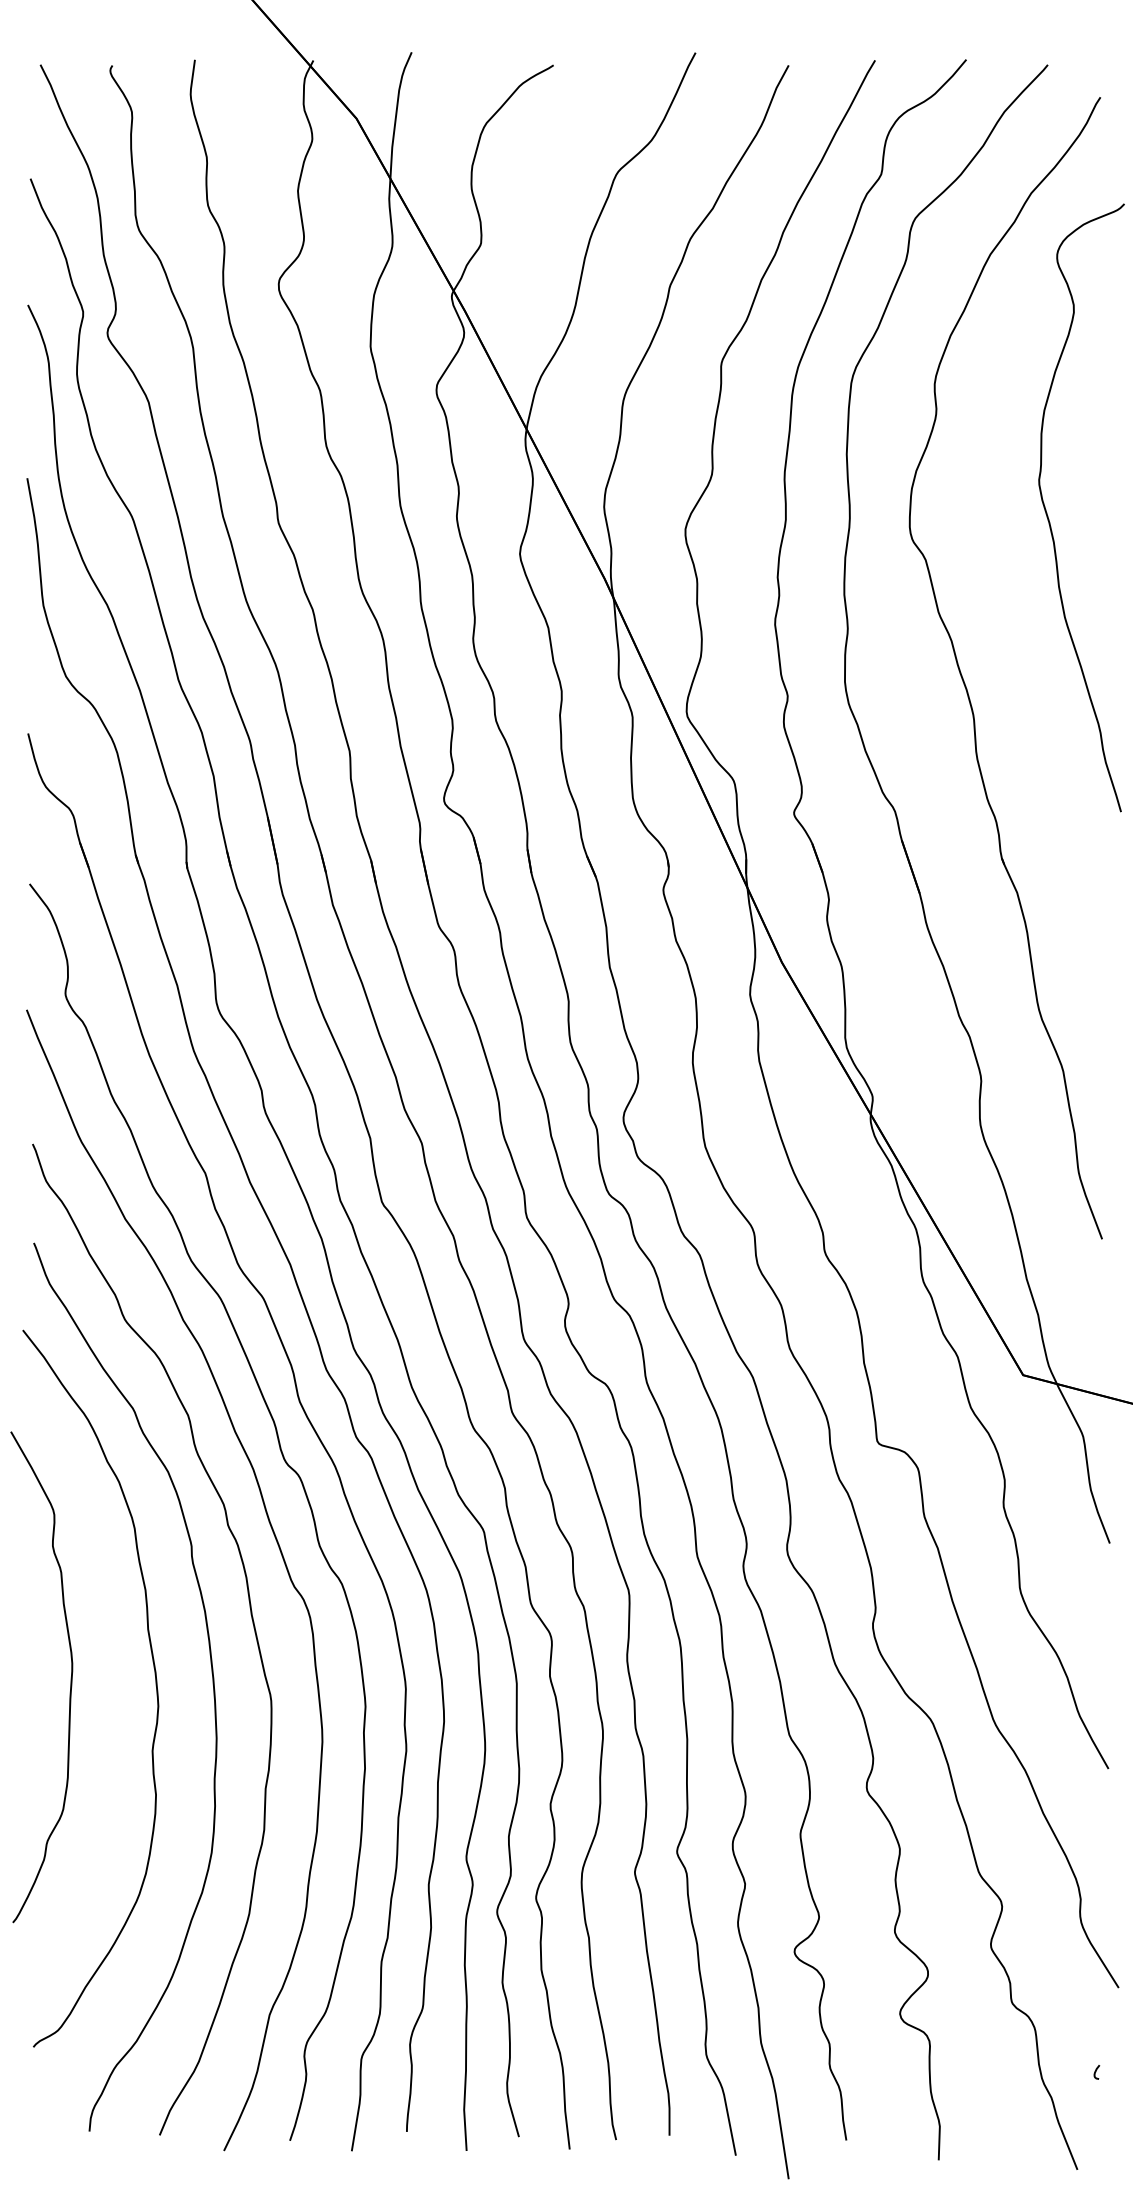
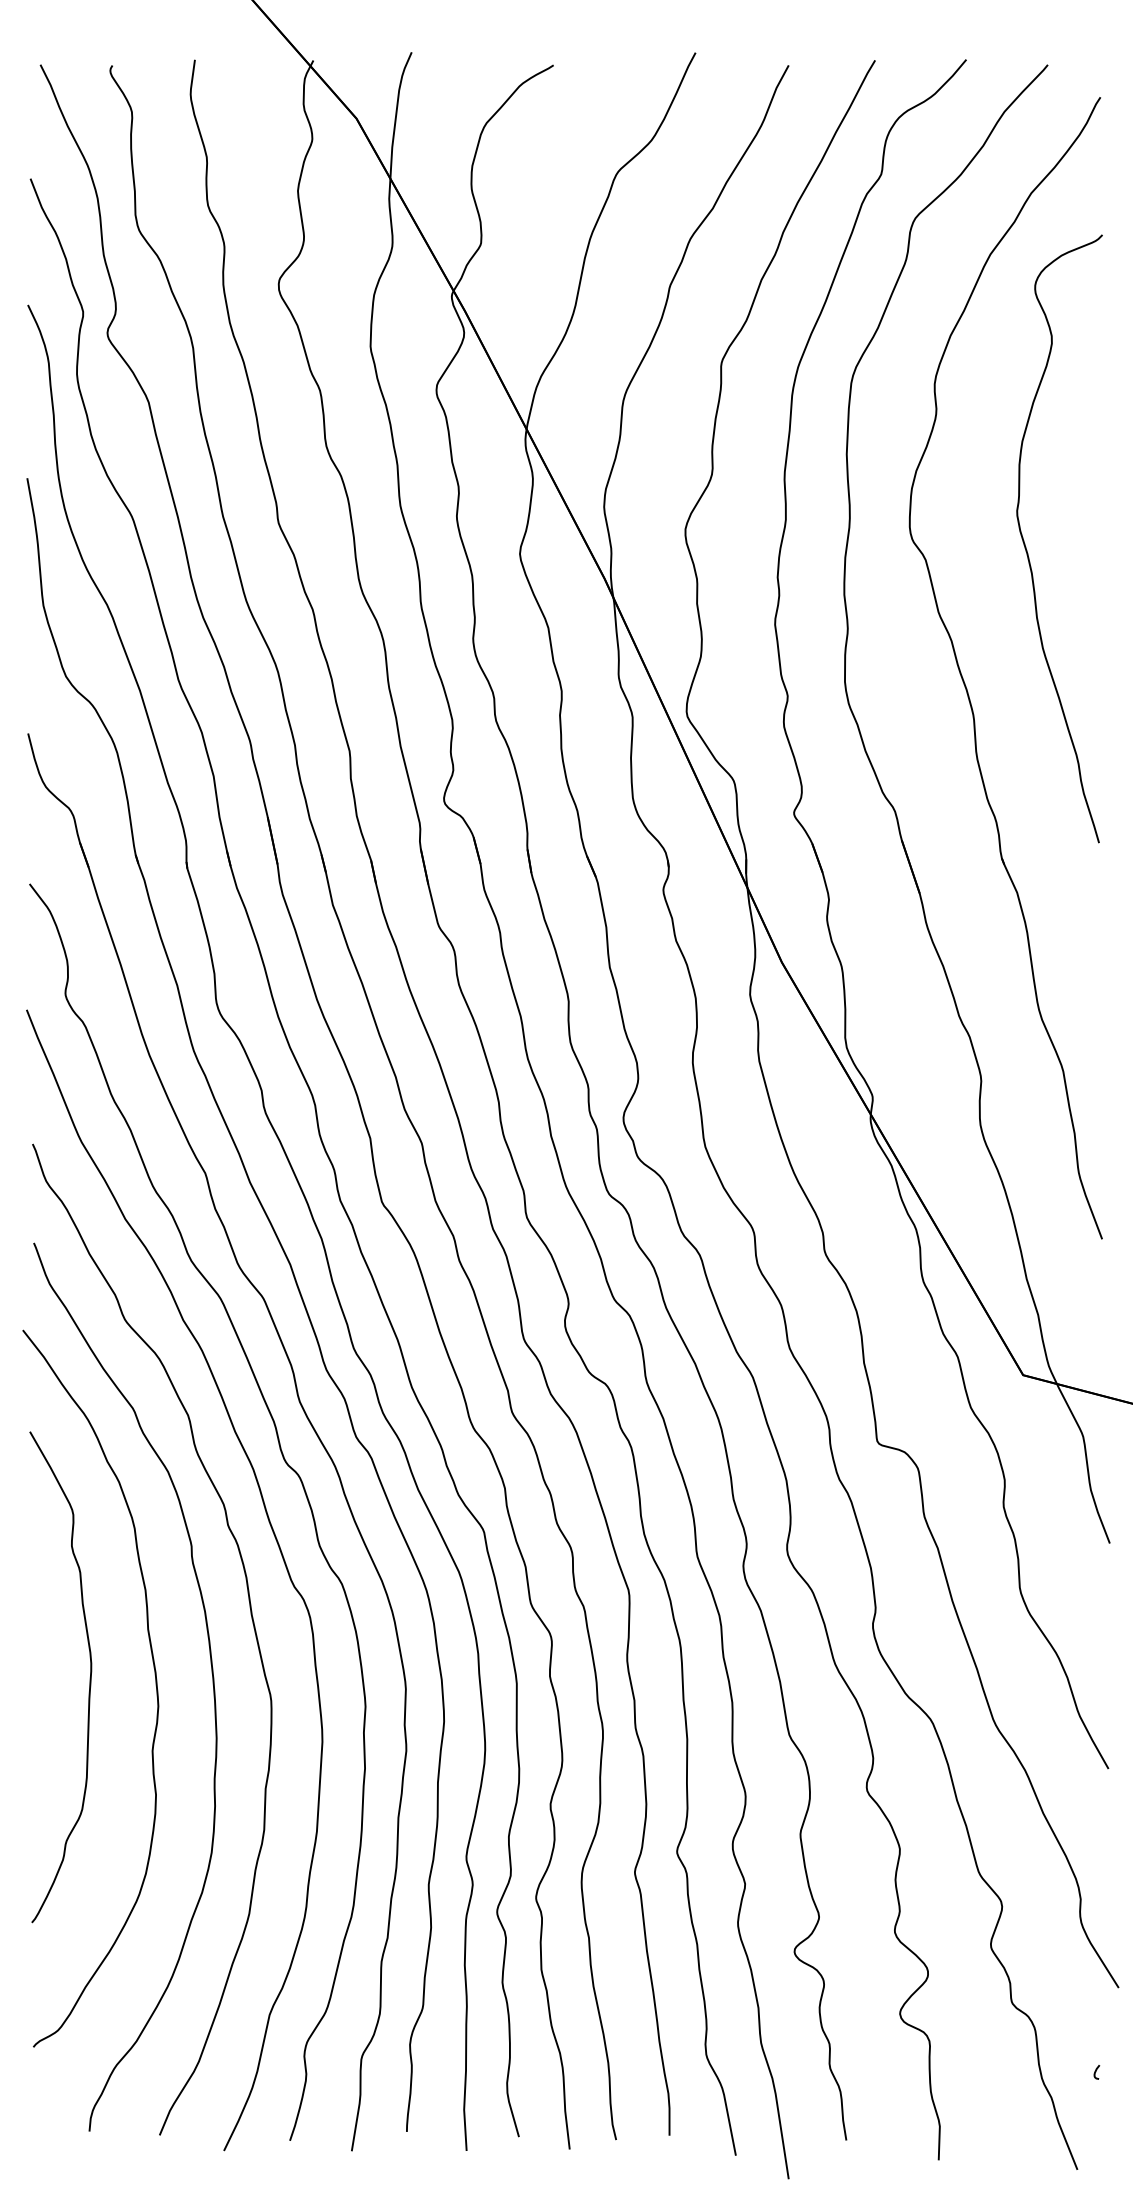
curve at (1048, 515) position: (1048, 515) -> (1026, 546)
curve at (70, 1677) position: (70, 1677) -> (89, 1677)
